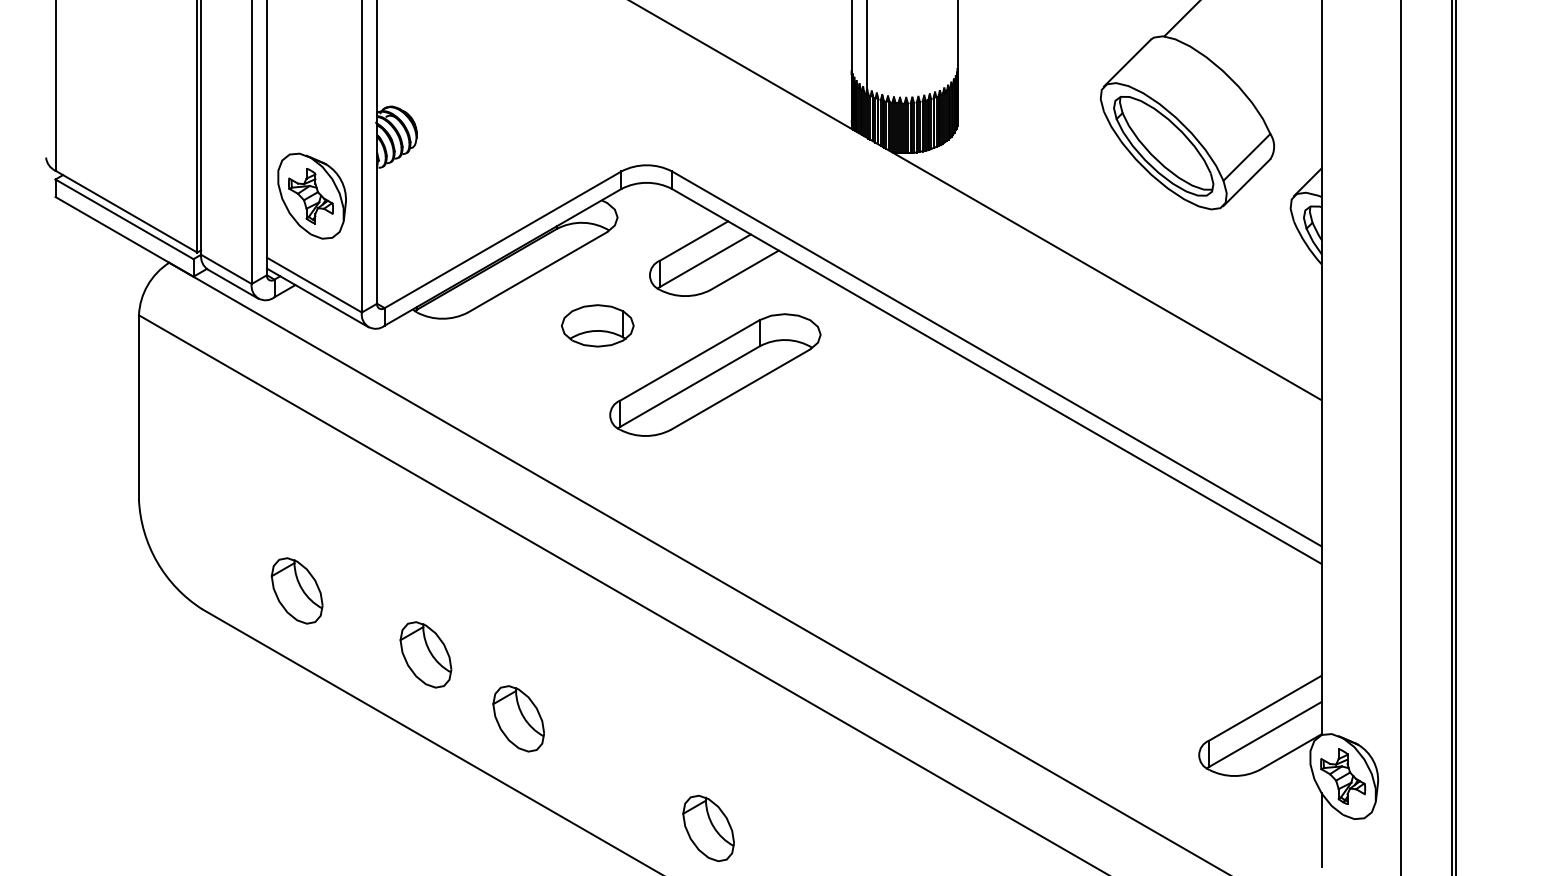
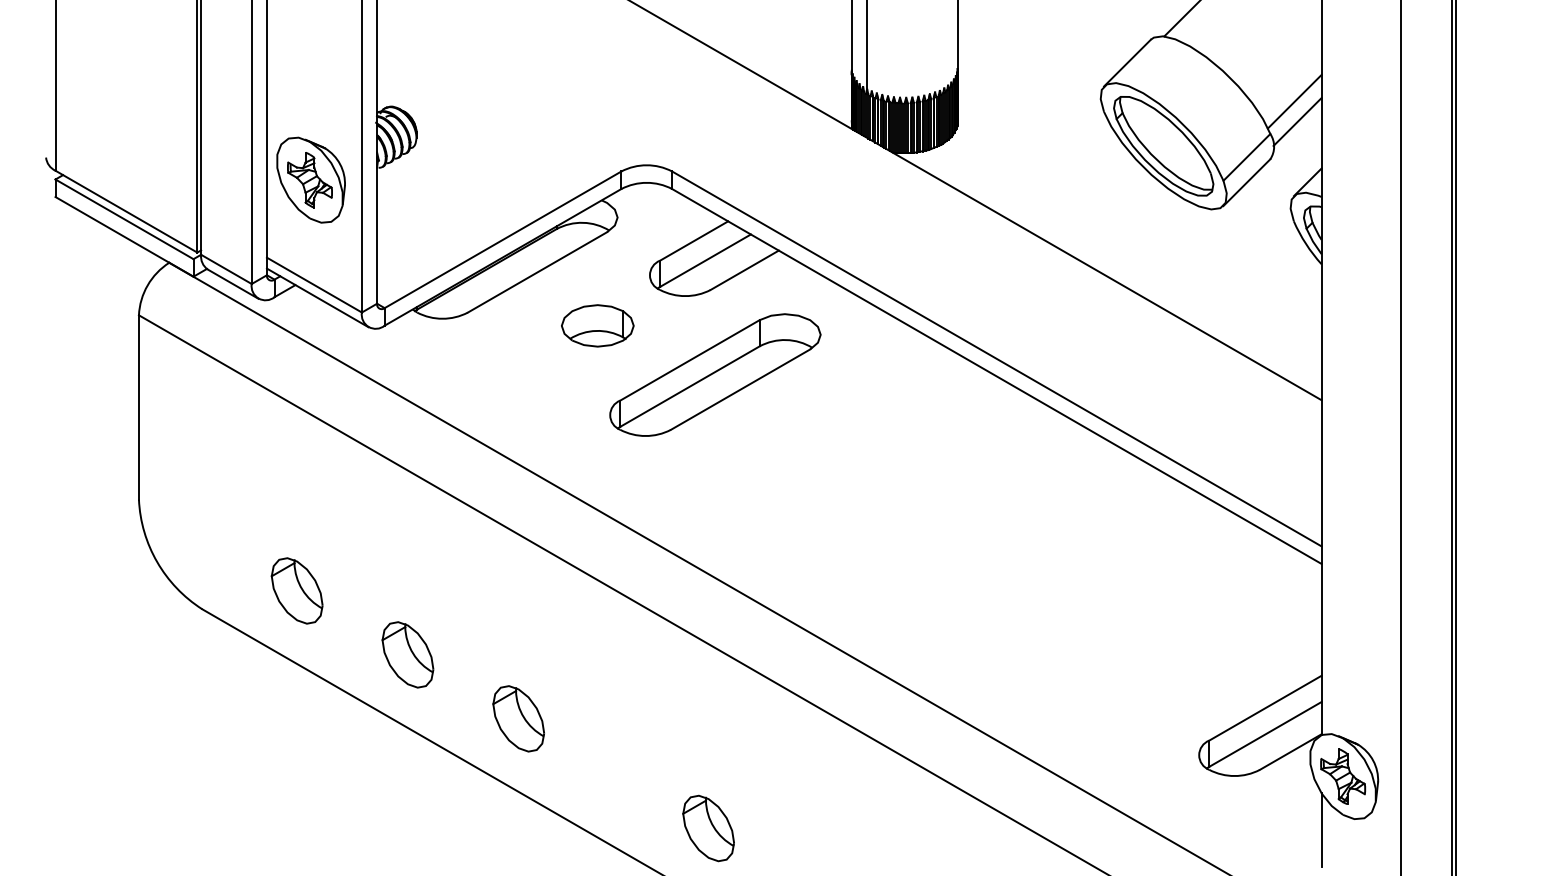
line at (1294, 101): none -> present
line at (1297, 121): none -> present
part at (311, 195) position: (311, 195) -> (310, 179)
part at (425, 654) position: (425, 654) -> (407, 654)
